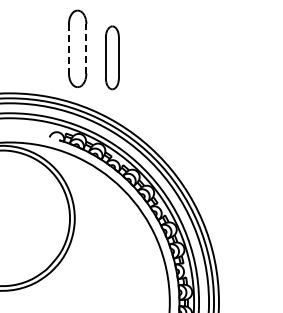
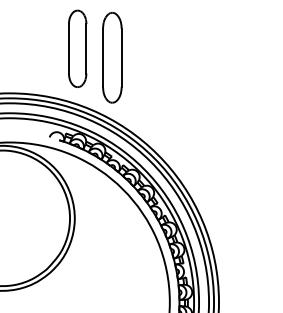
line at (68, 48): dashed -> solid
line at (86, 48): dashed -> solid
part at (112, 57) size: 15x66 px -> 21x92 px
